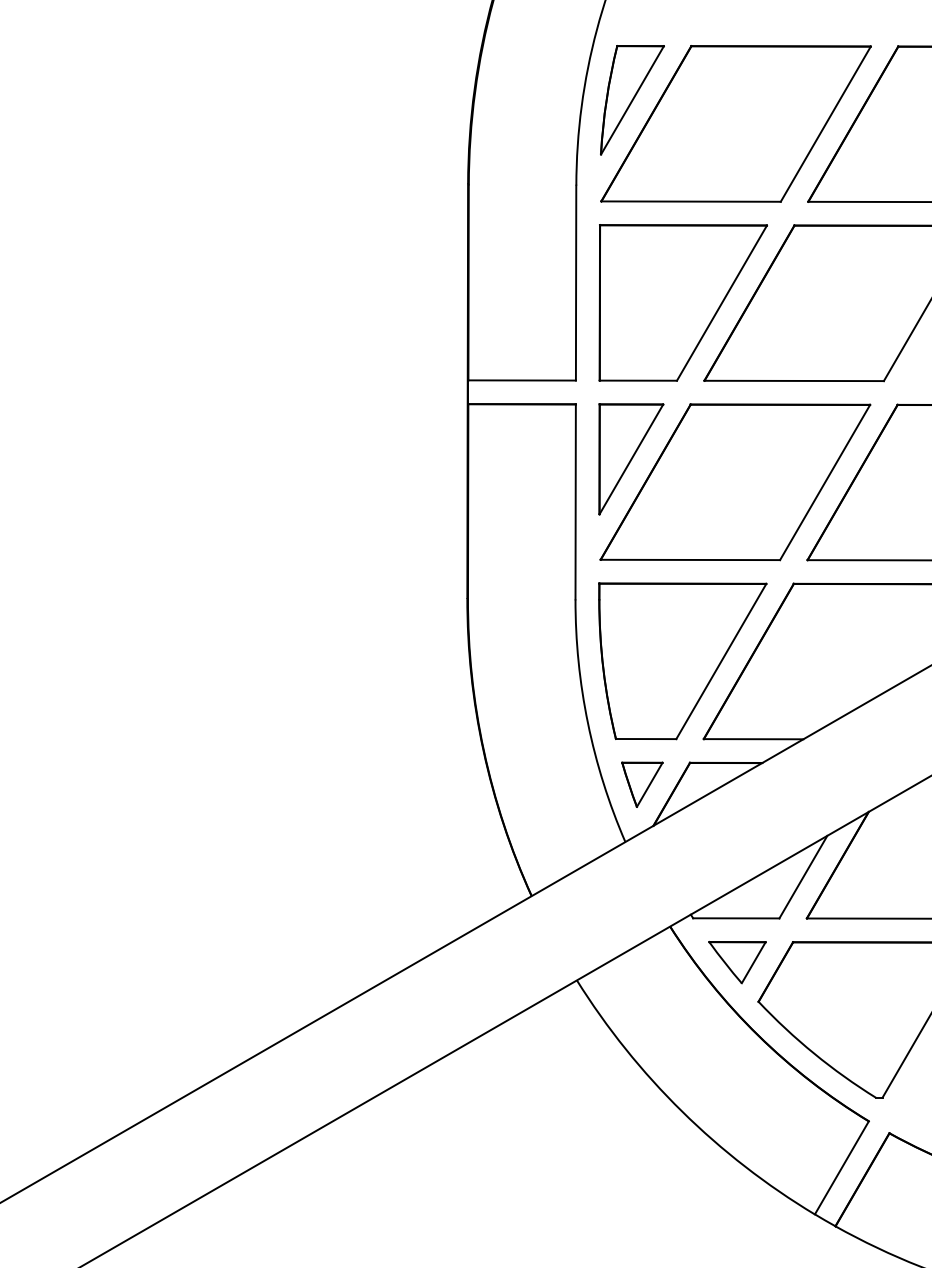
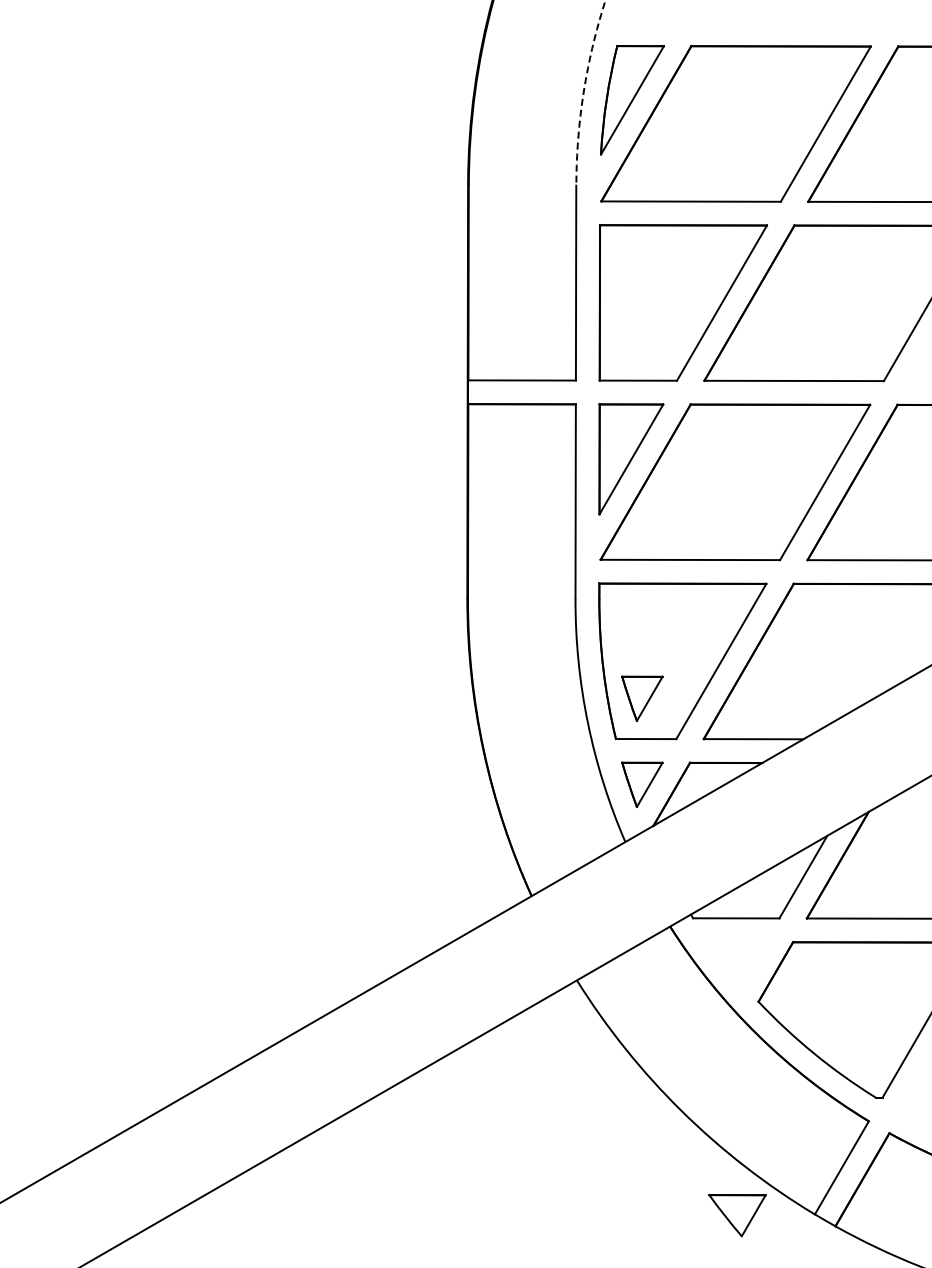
arc at (583, 90): solid -> dashed
part at (642, 698): none -> present
part at (737, 962) position: (737, 962) -> (737, 1215)
